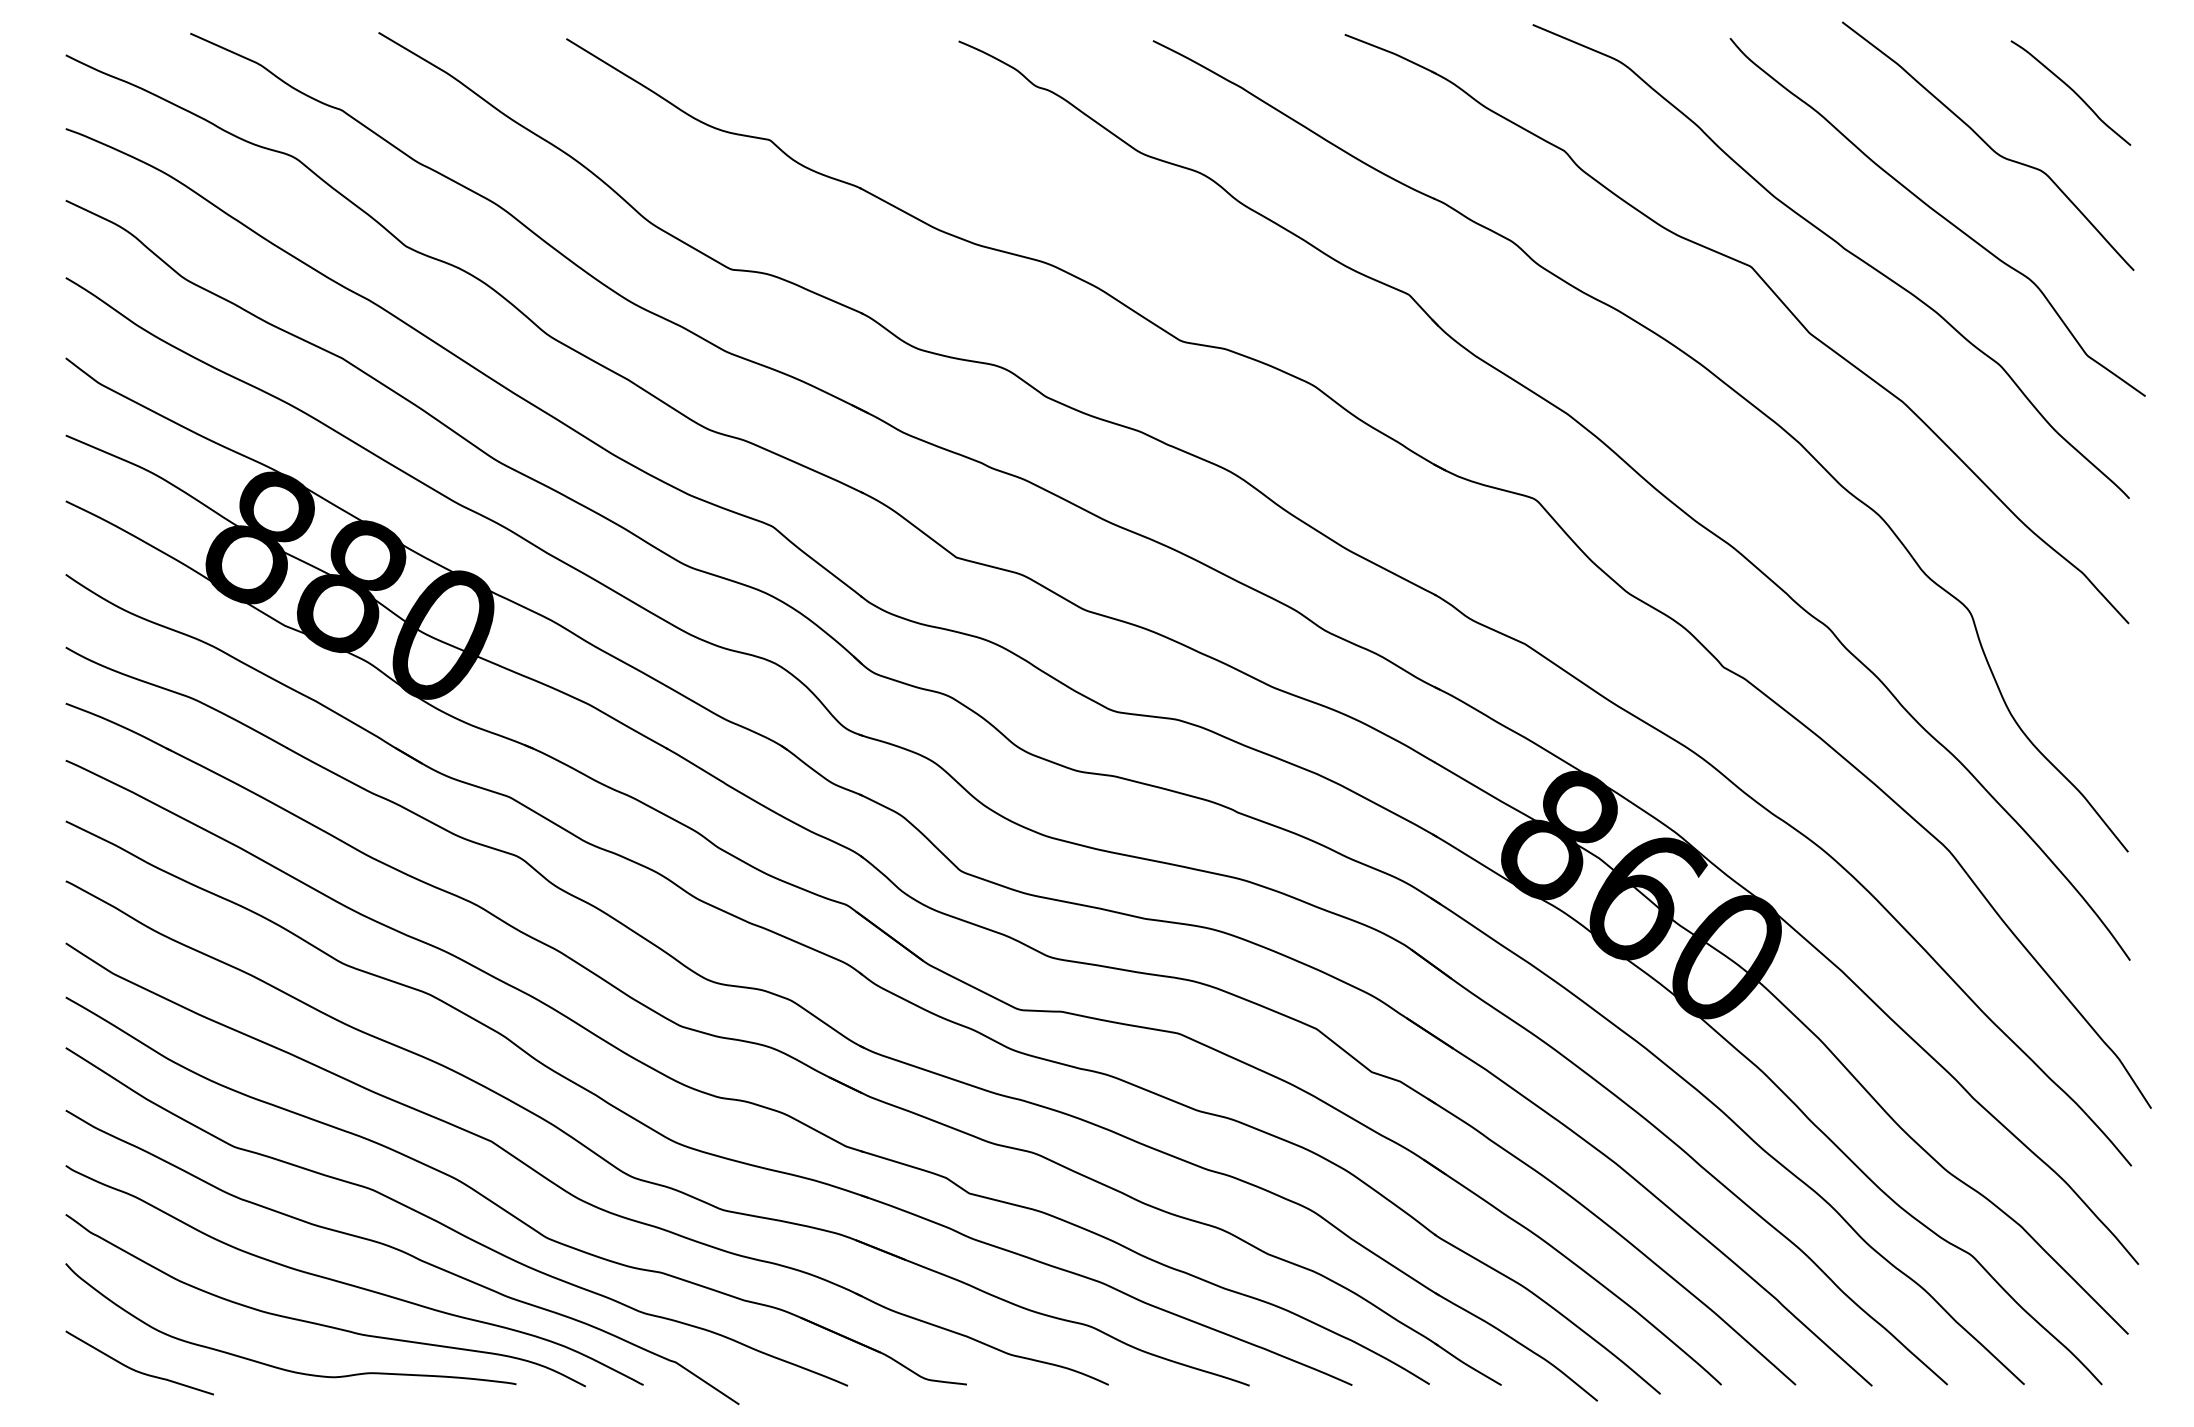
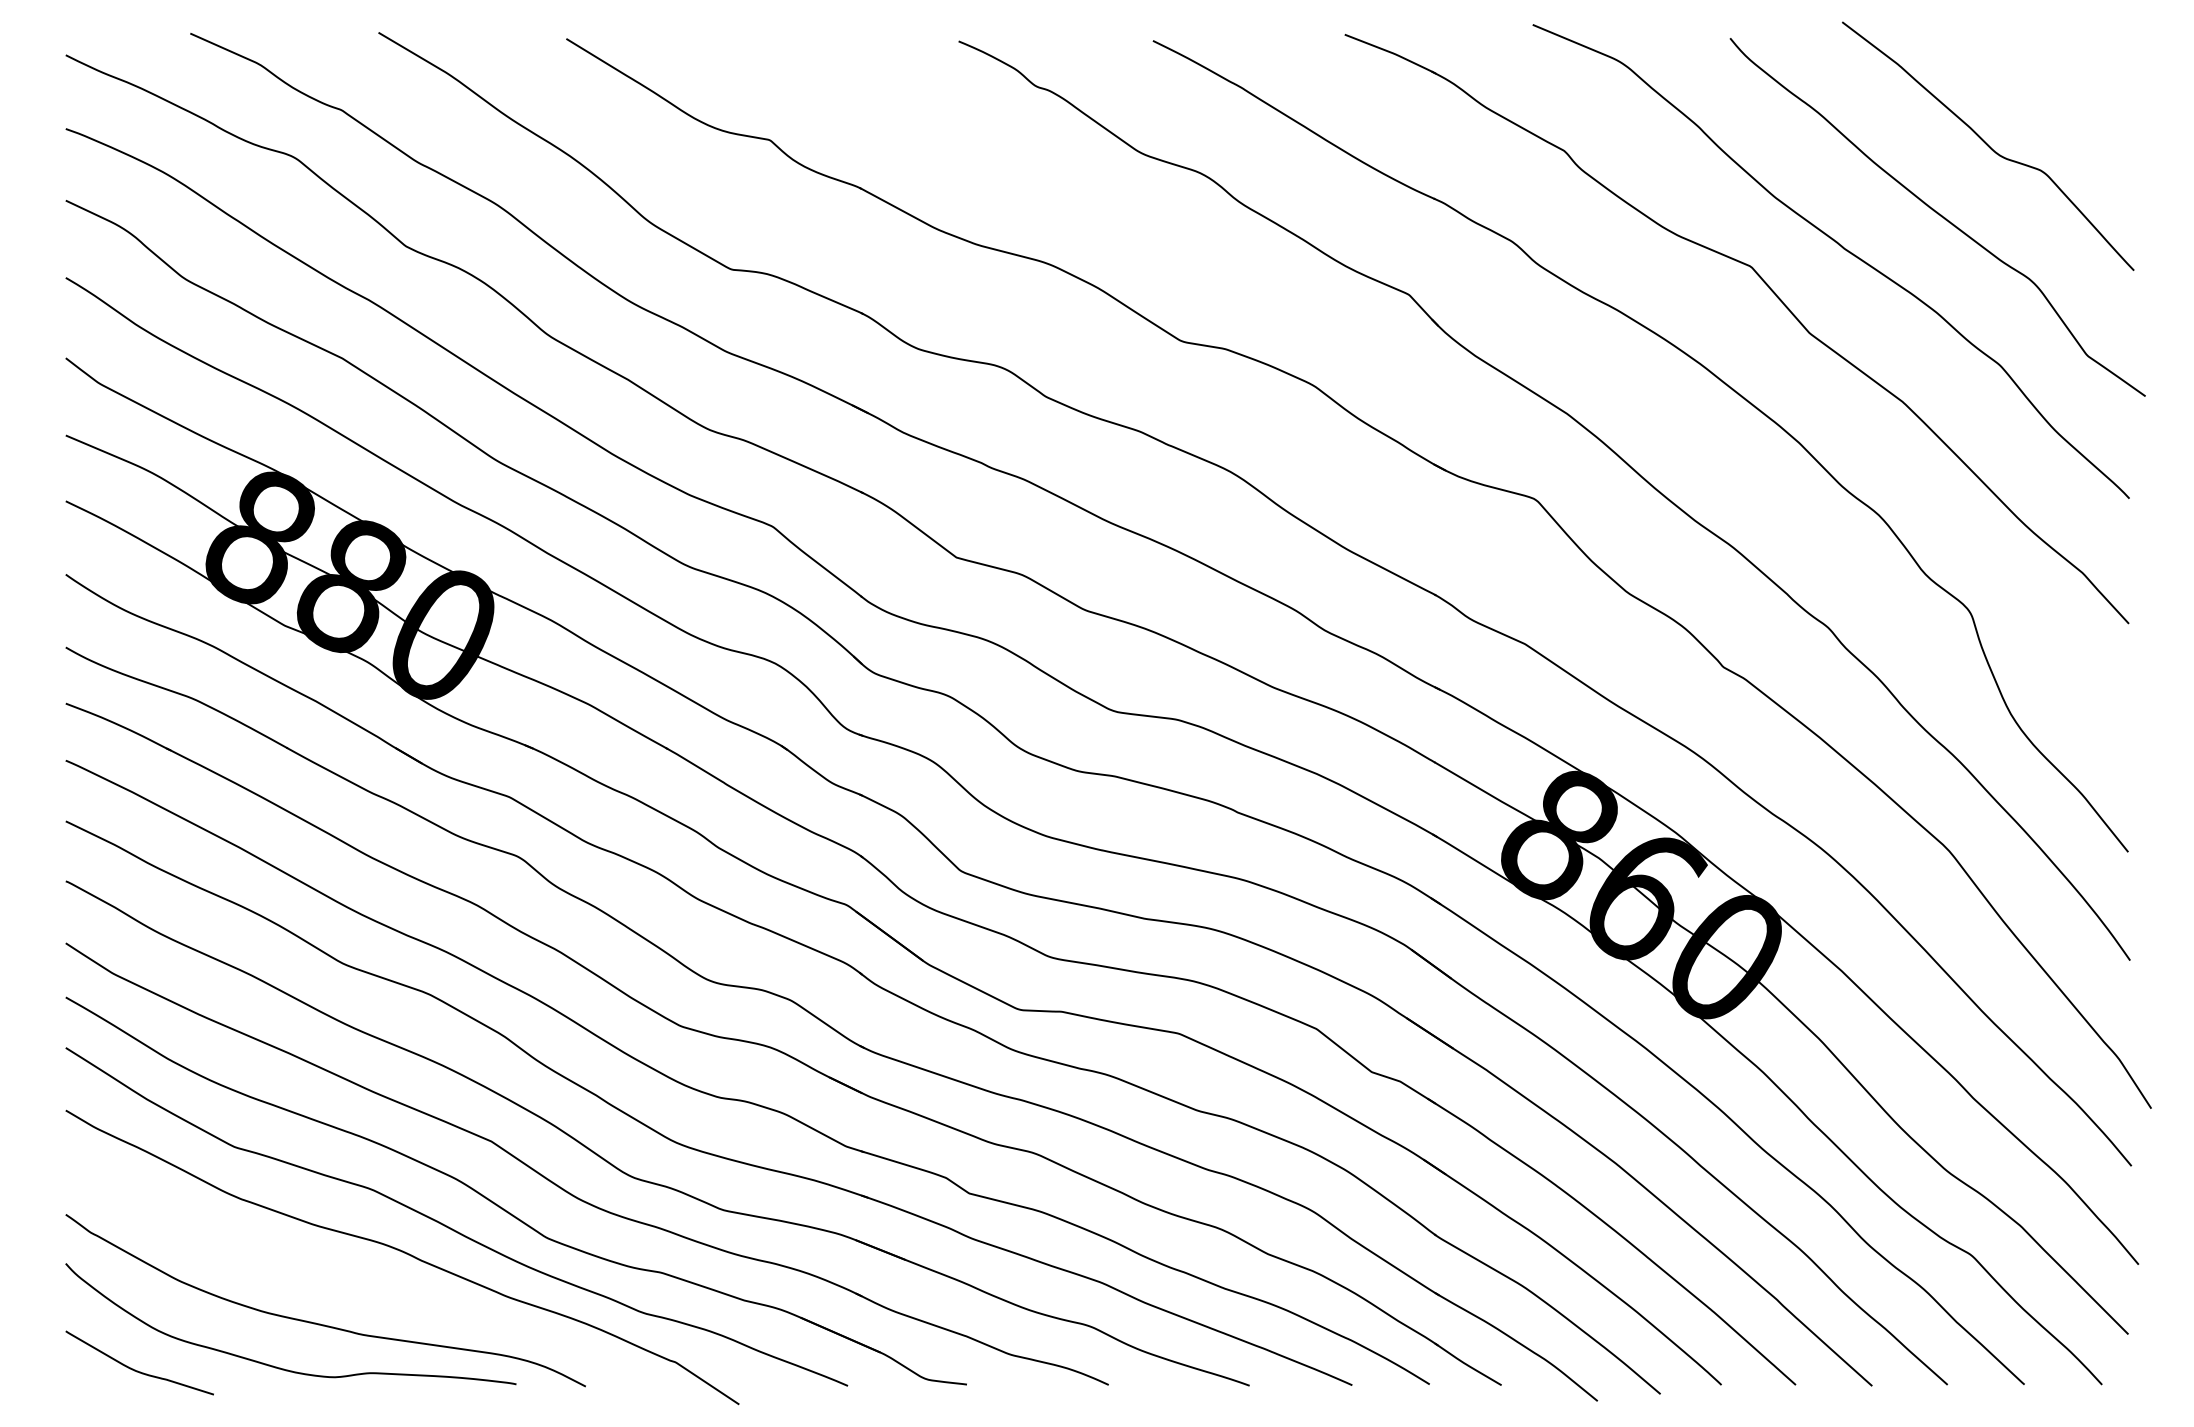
curve at (2071, 90): present -> none
curve at (353, 1284): present -> none
